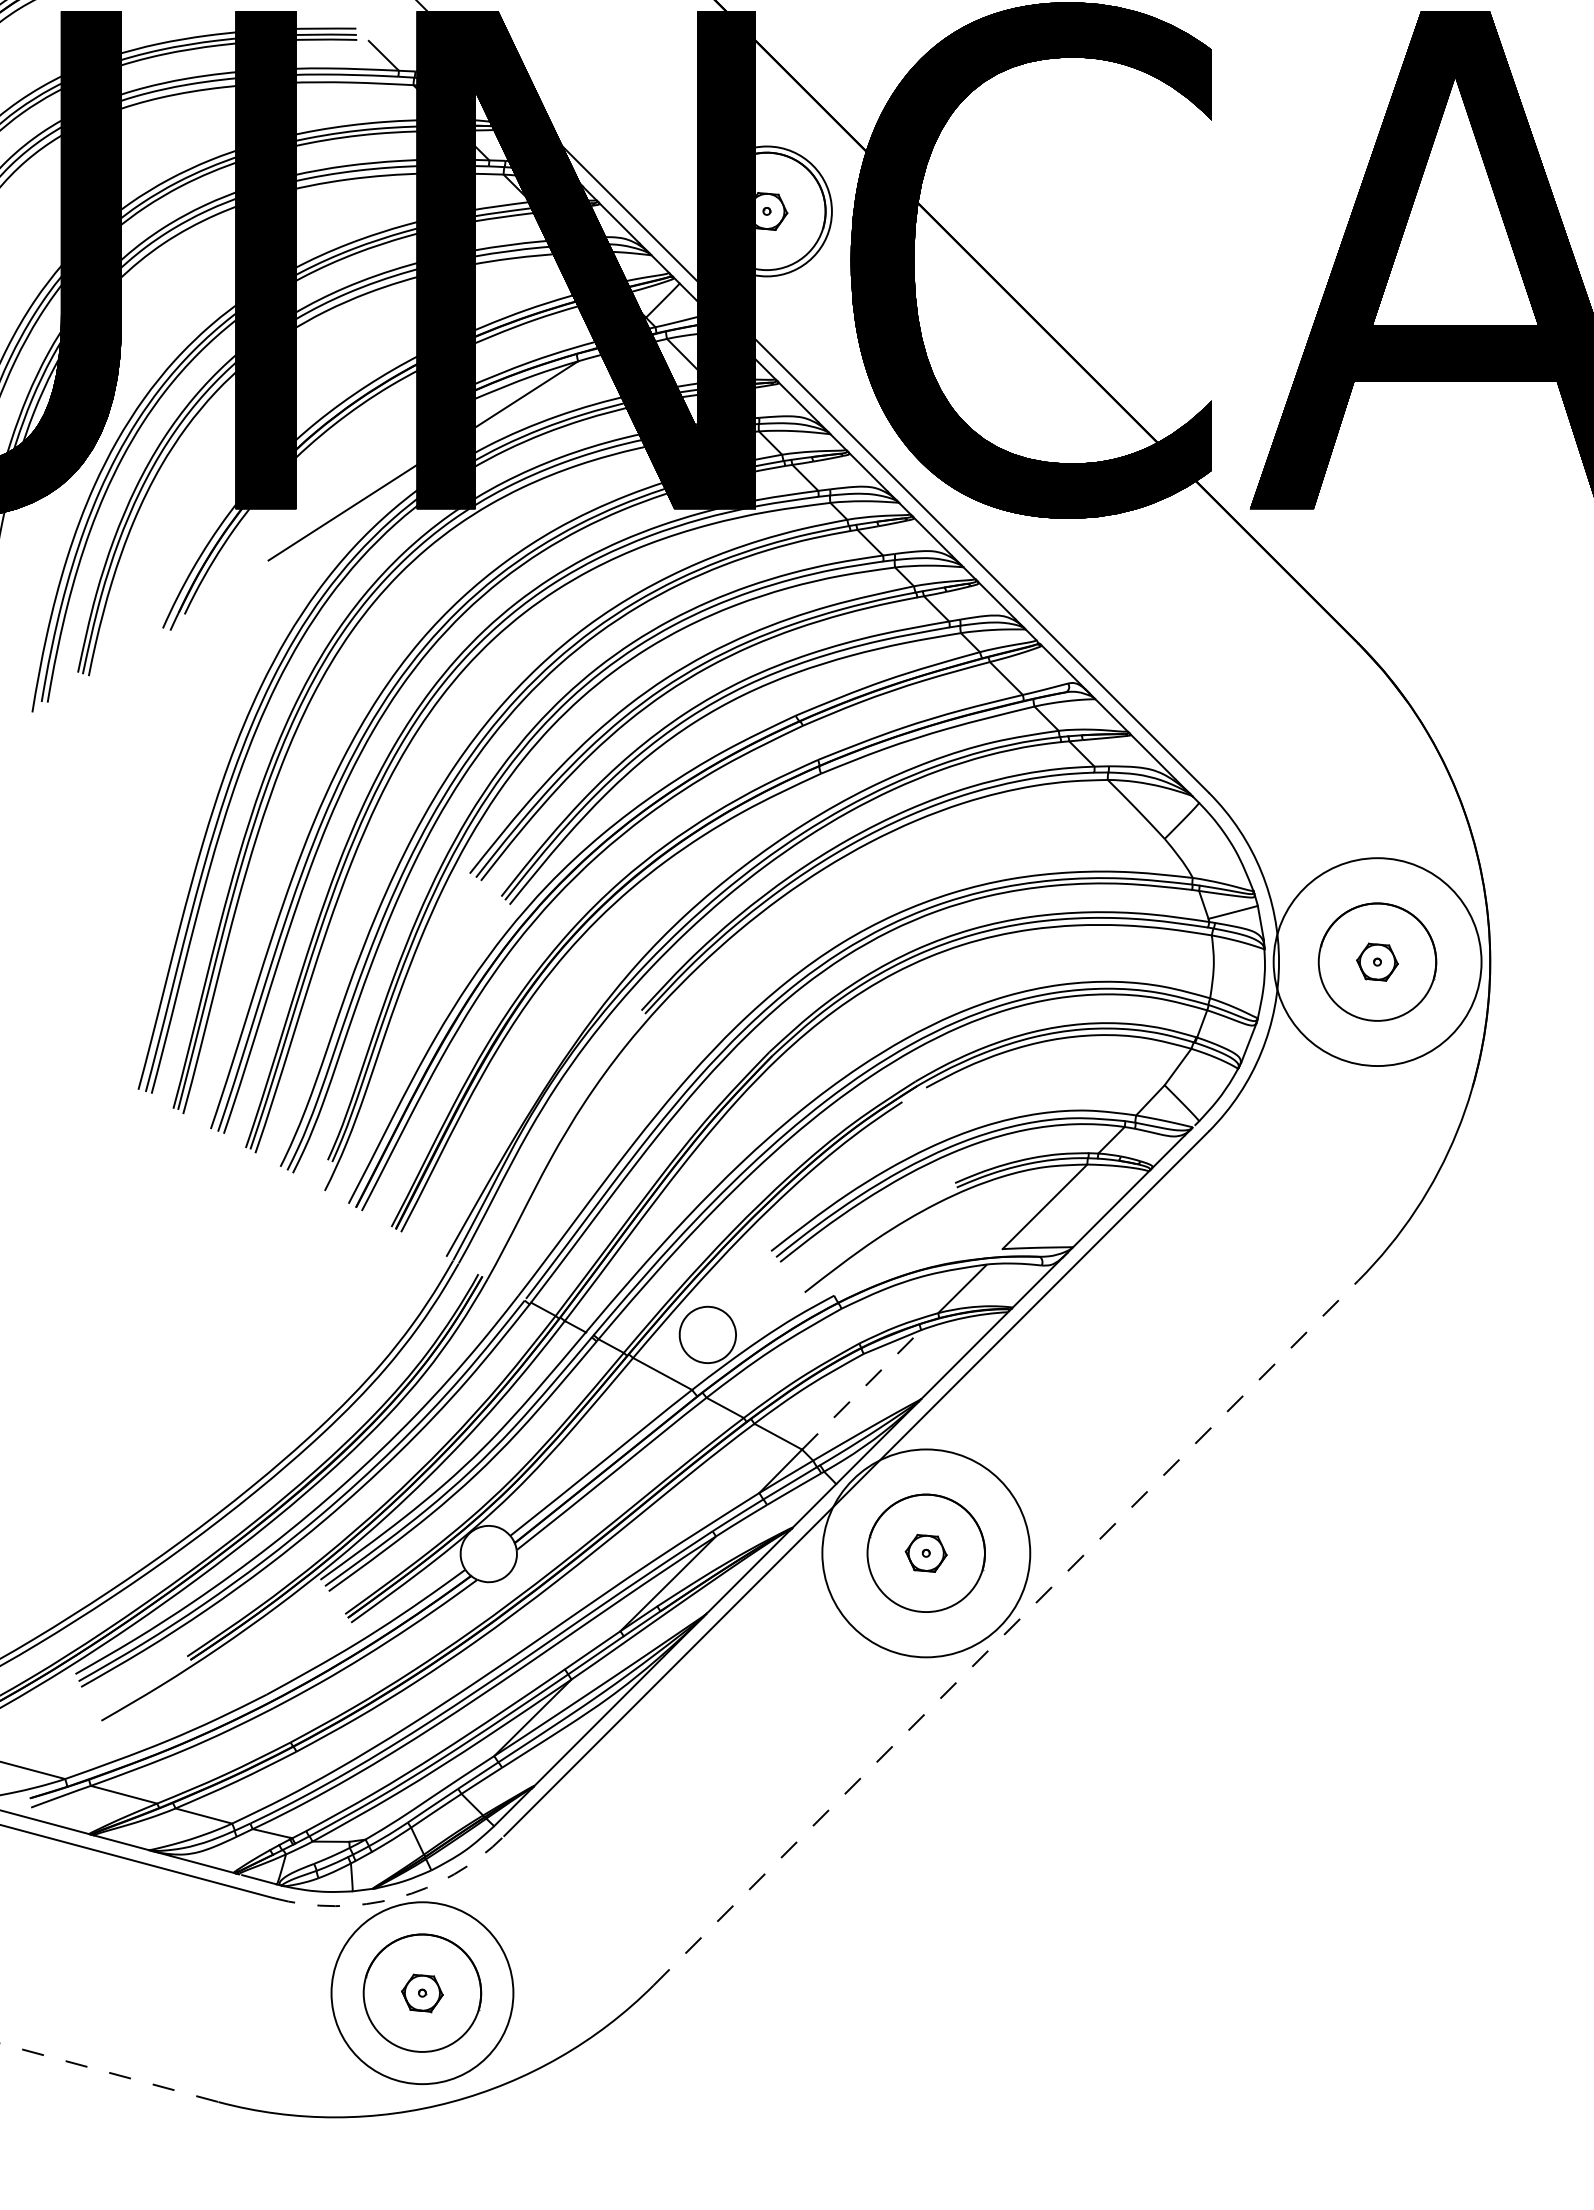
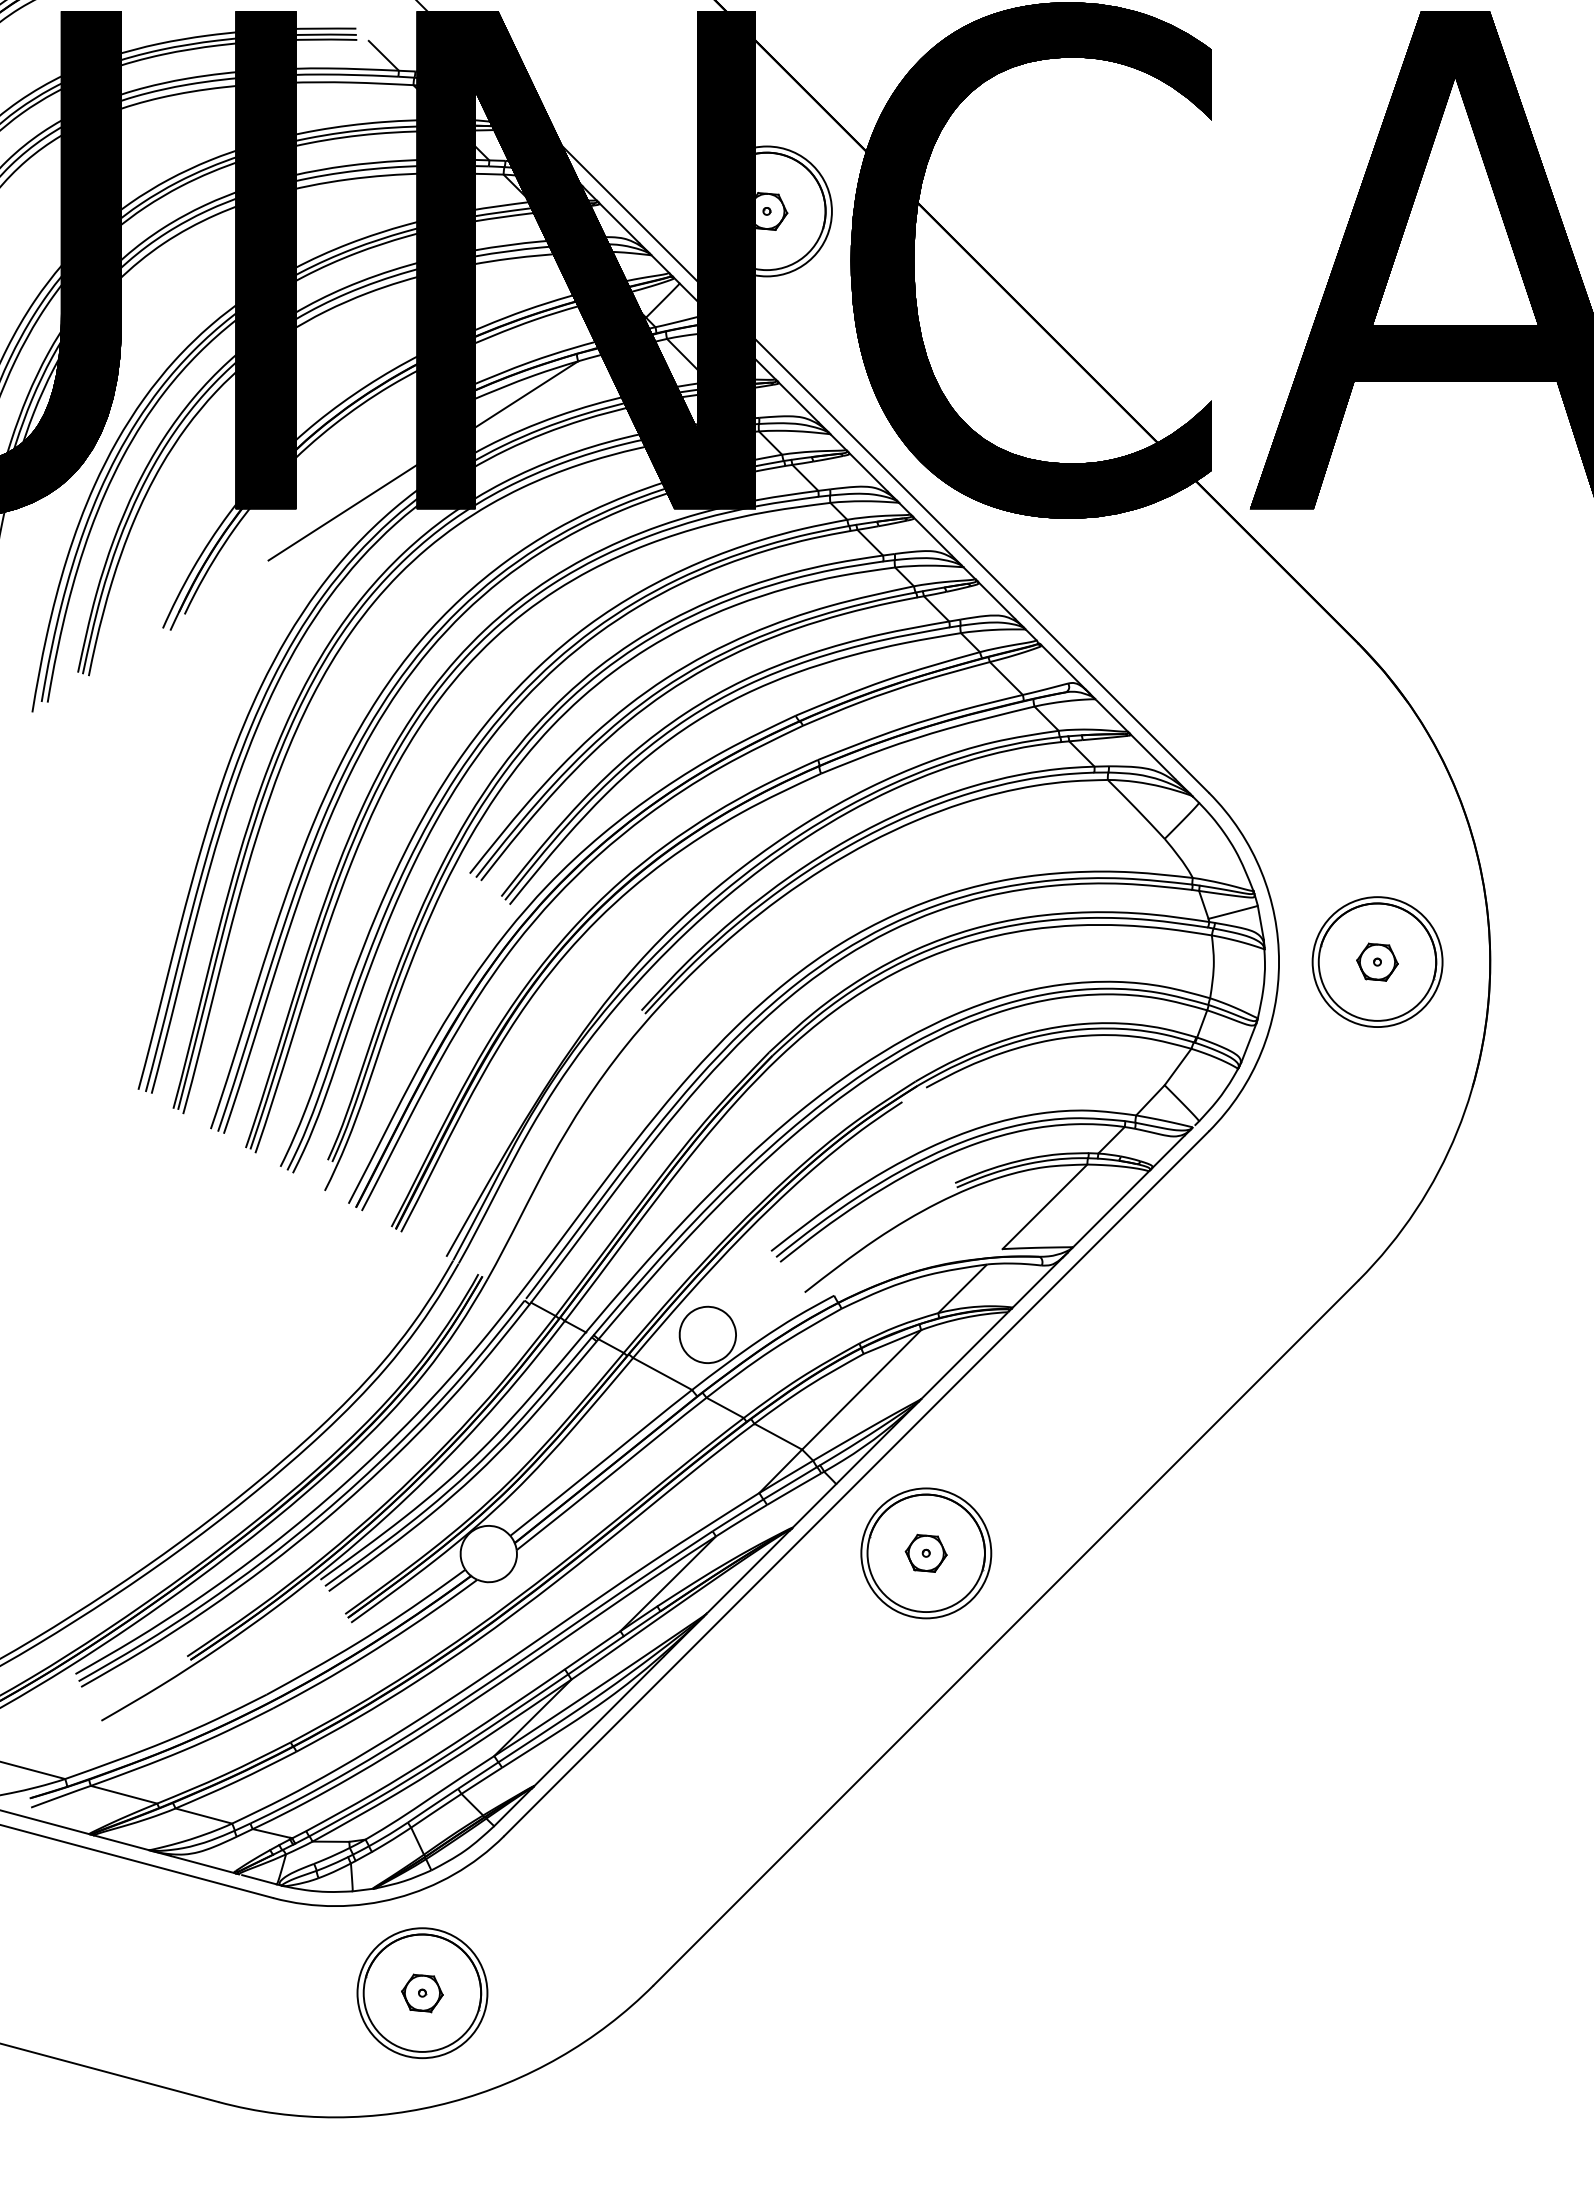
circle at (1377, 962) diameter: 208 px -> 130 px
line at (862, 1389): dashed -> solid
circle at (926, 1553) diameter: 208 px -> 130 px
line at (1006, 1632): dashed -> solid
arc at (396, 1897): dashed -> solid
circle at (422, 1993) diameter: 182 px -> 130 px
line at (109, 2072): dashed -> solid
